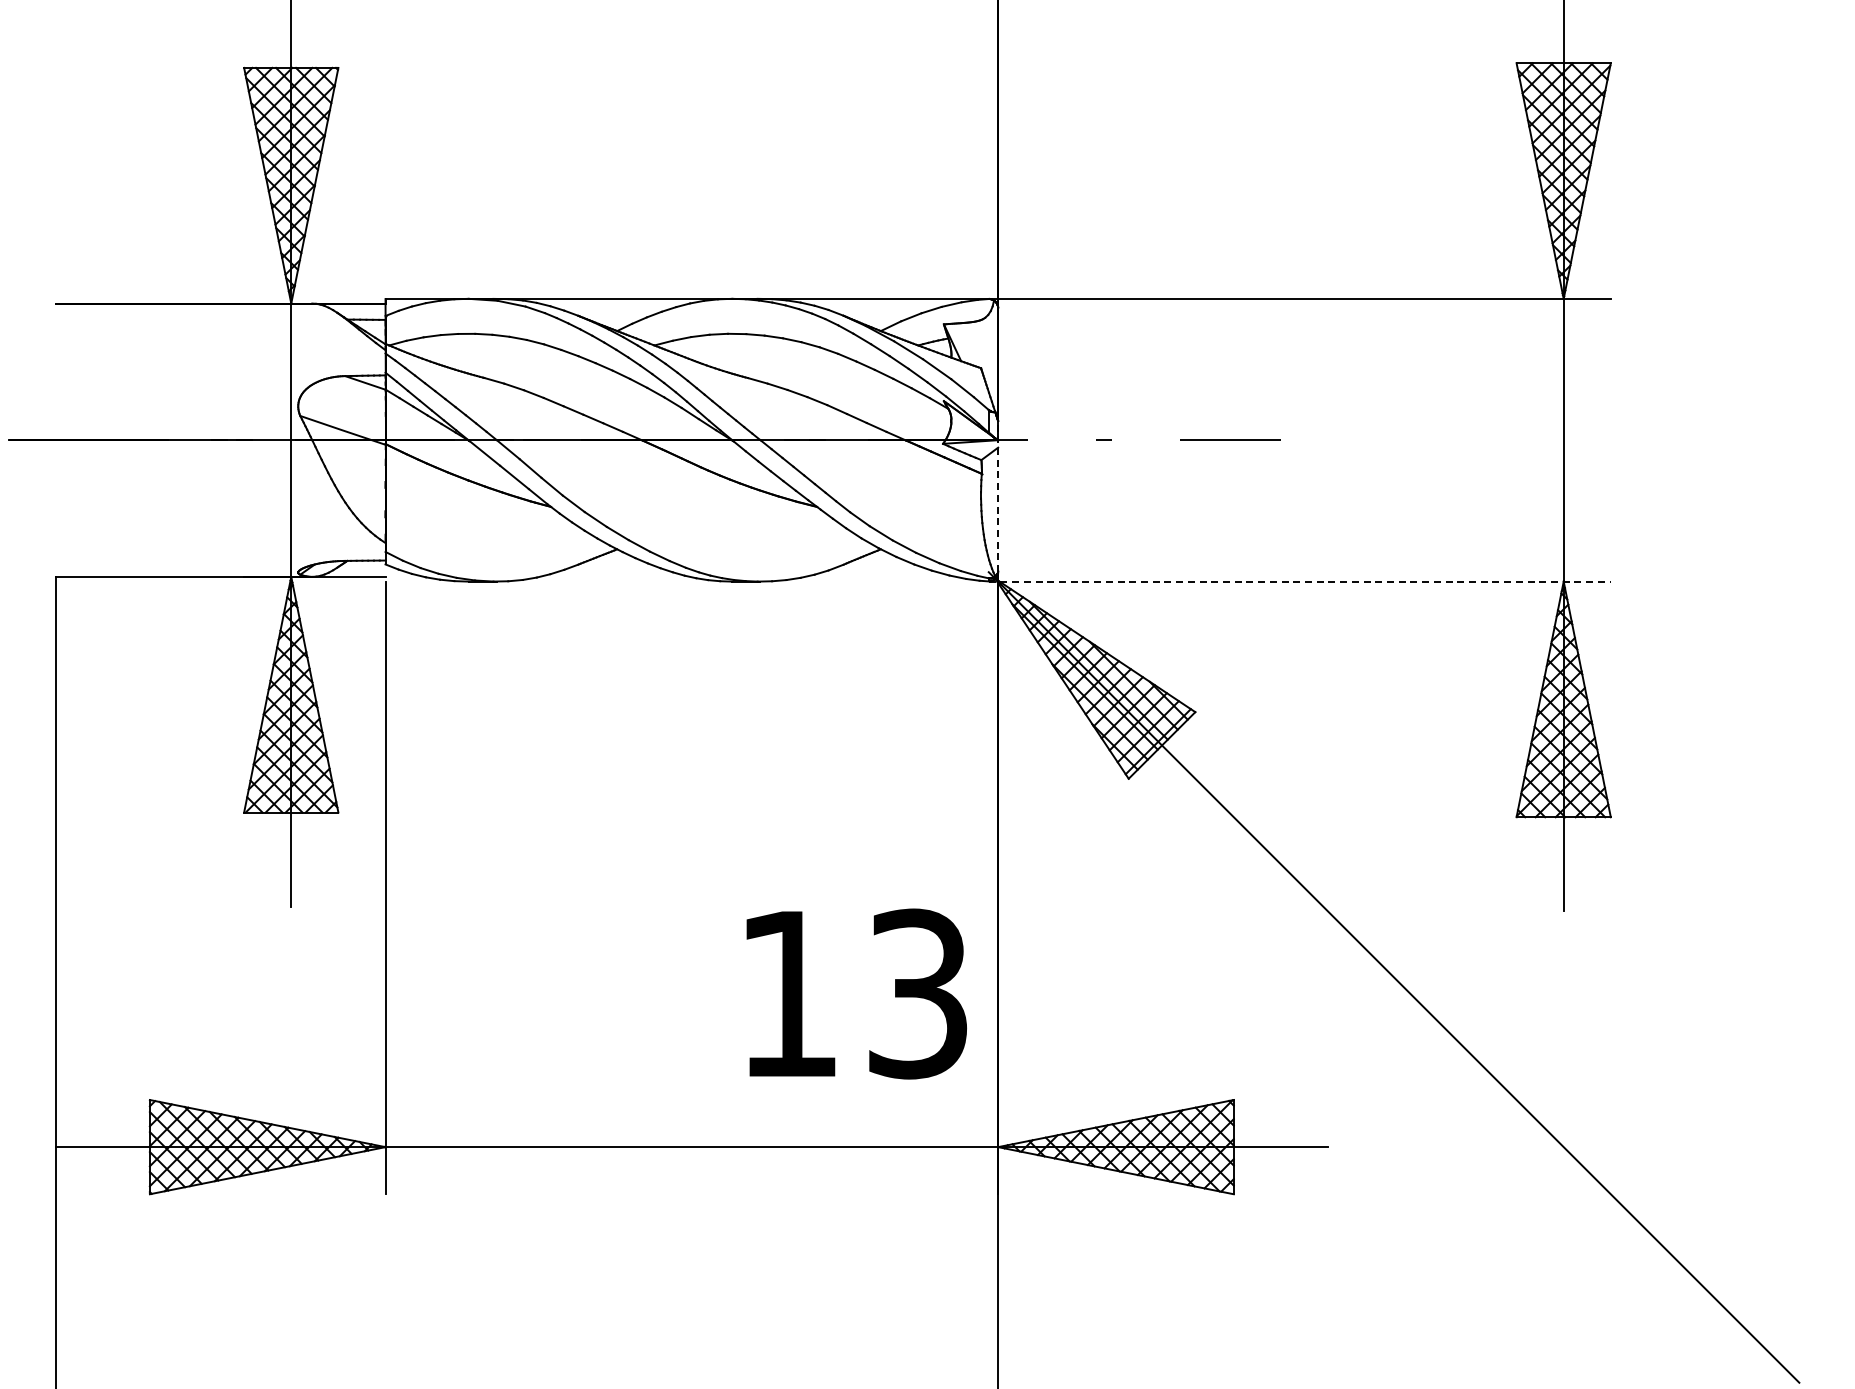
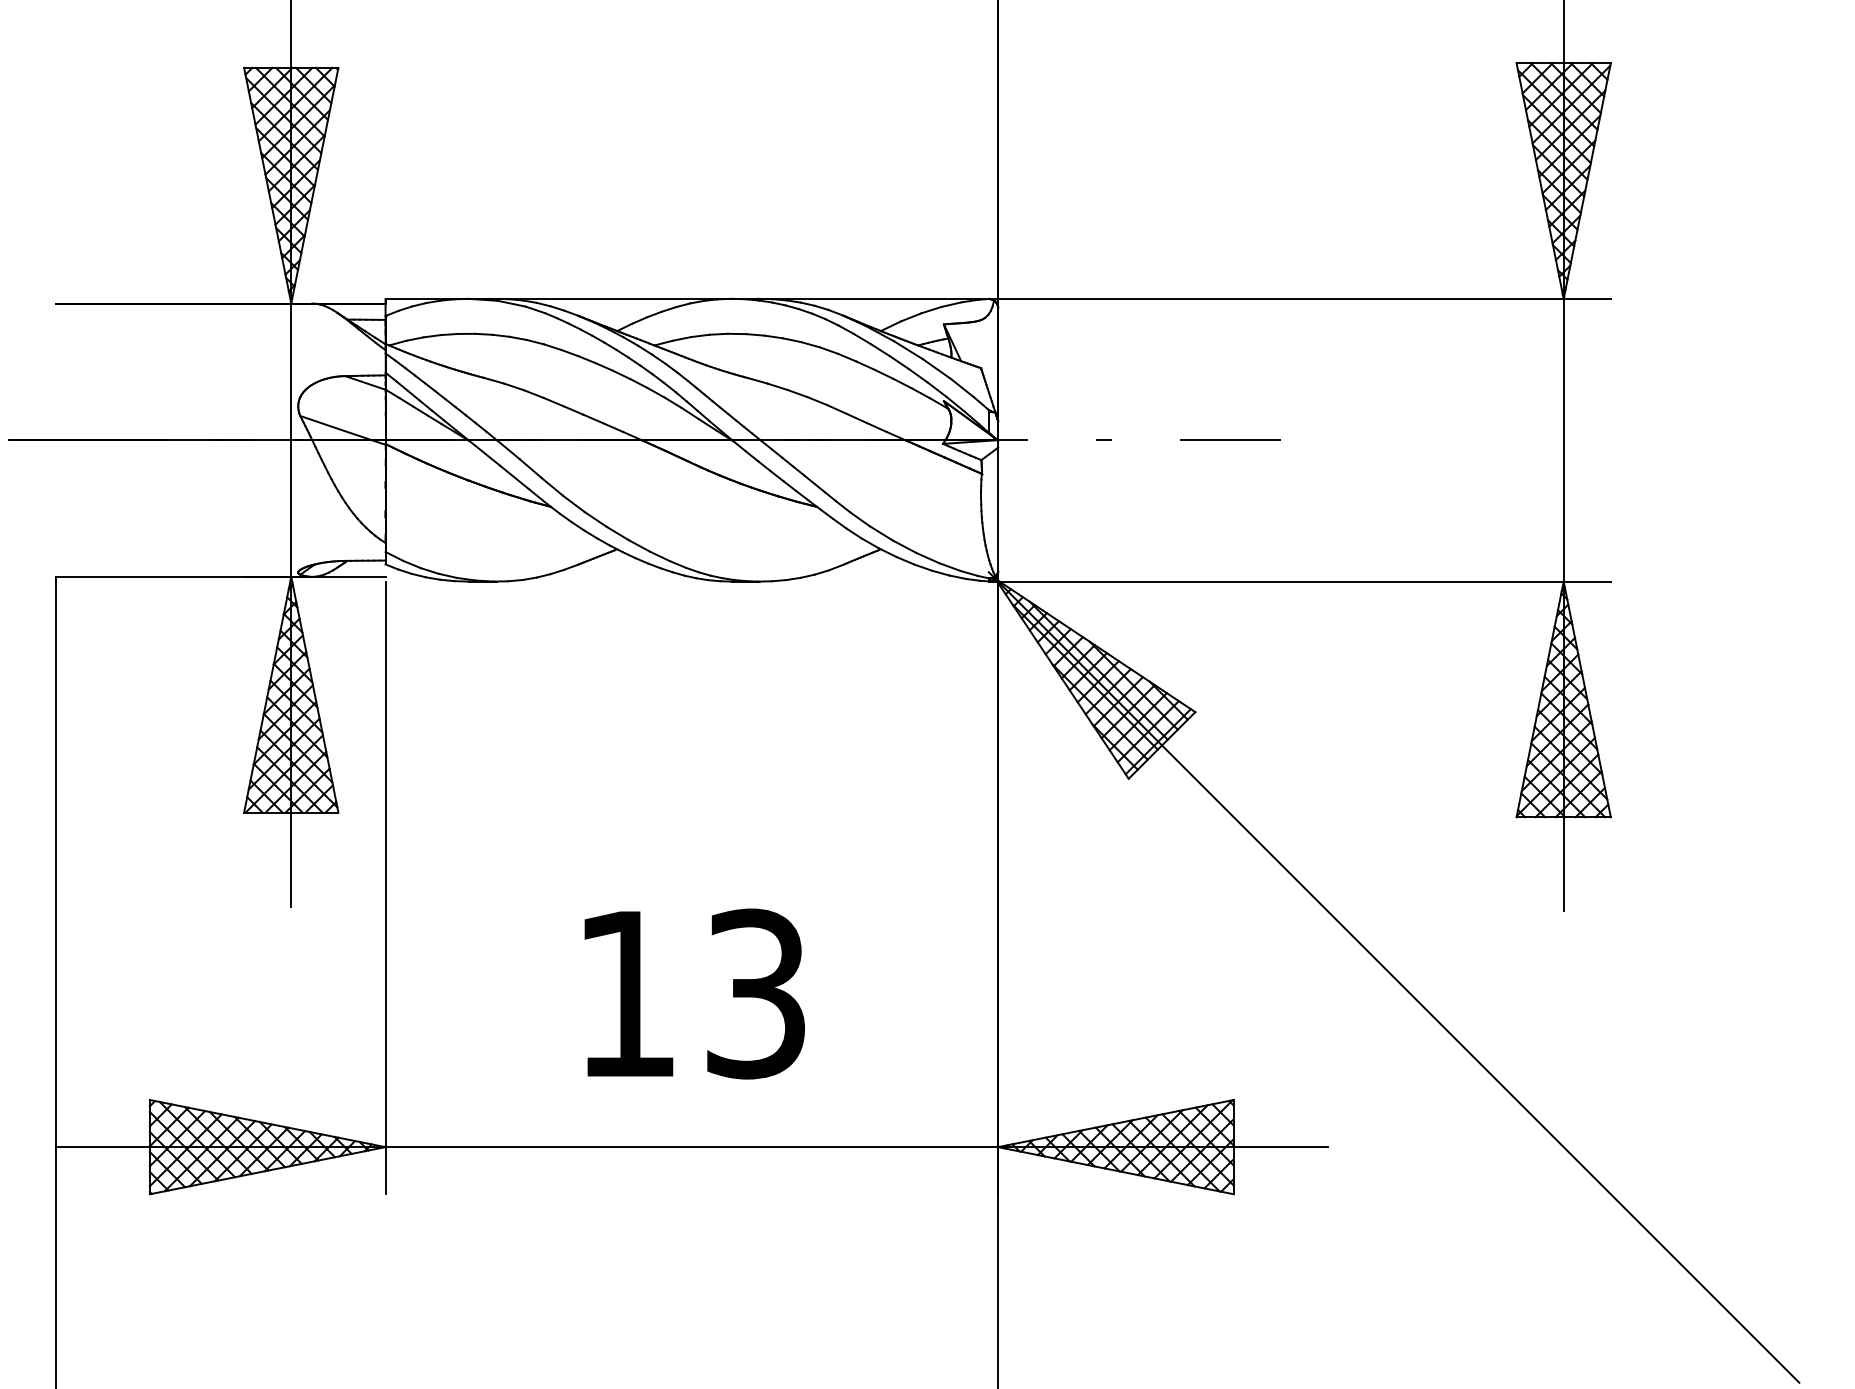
line at (998, 496): dashed -> solid
line at (1300, 581): dashed -> solid
text at (856, 993) position: (856, 993) -> (694, 993)
